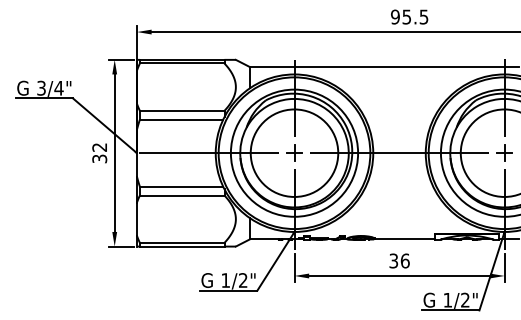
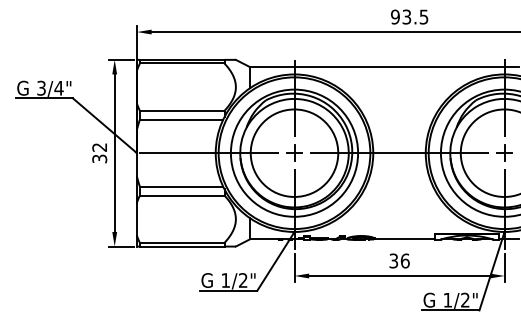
text at (407, 16): 95.5 -> 93.5
